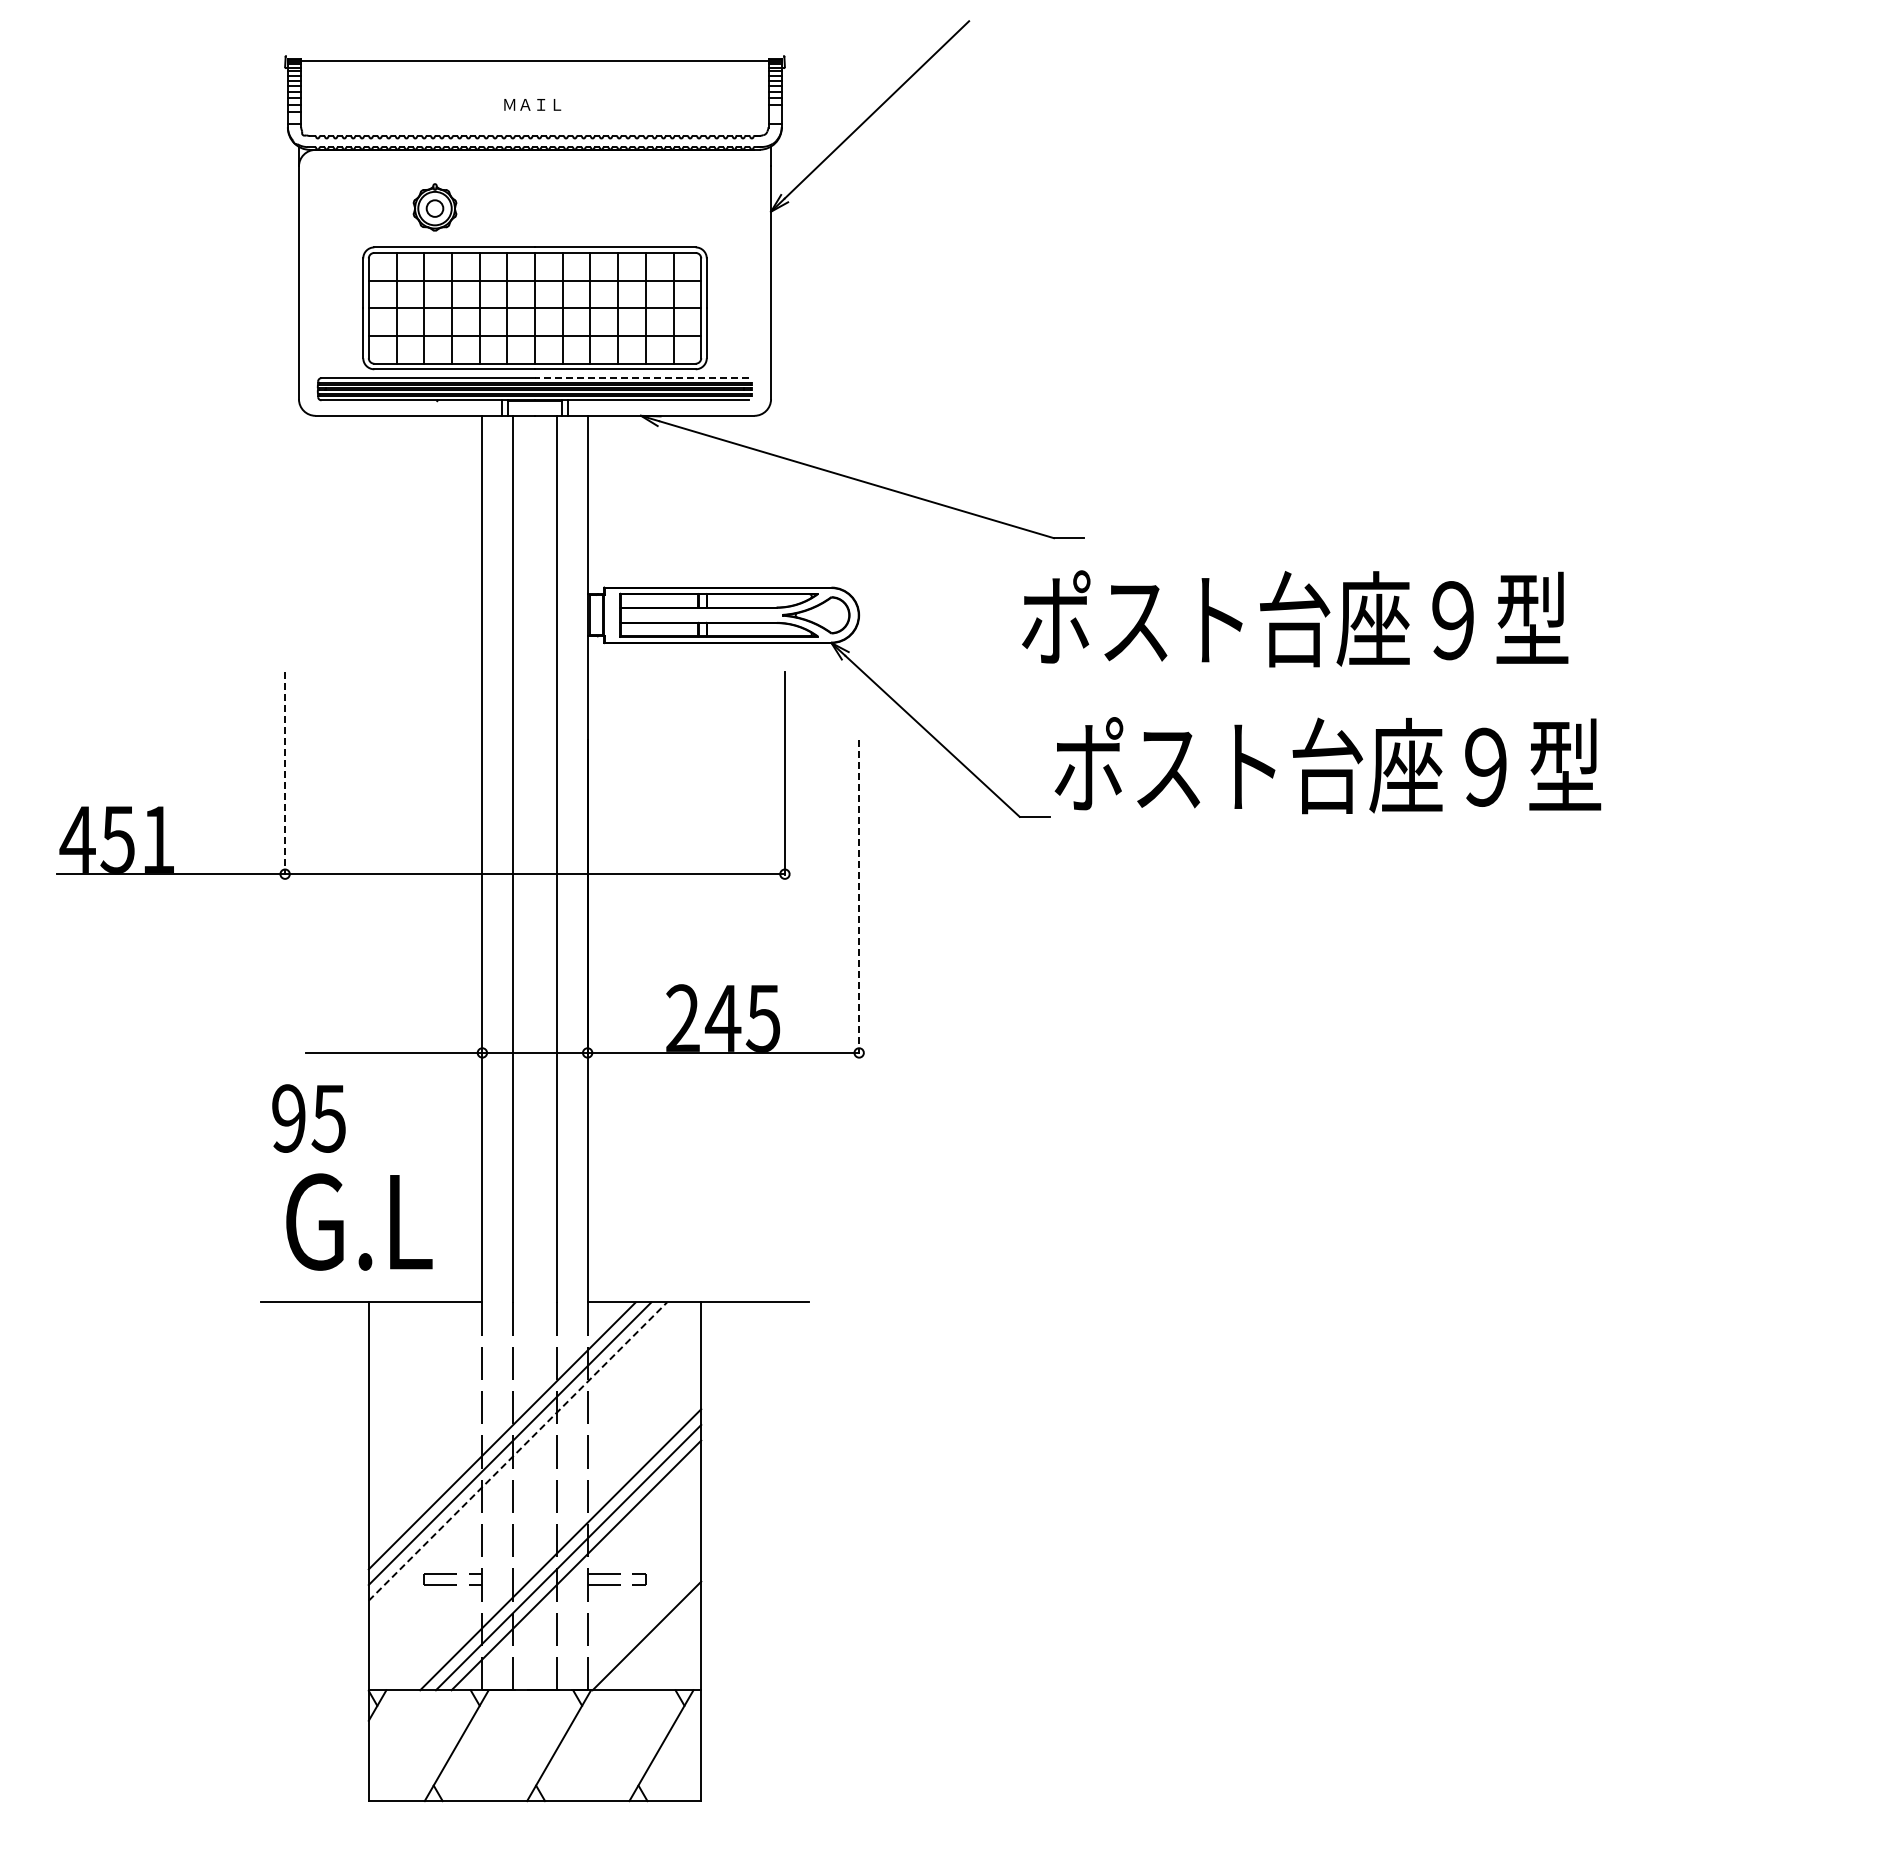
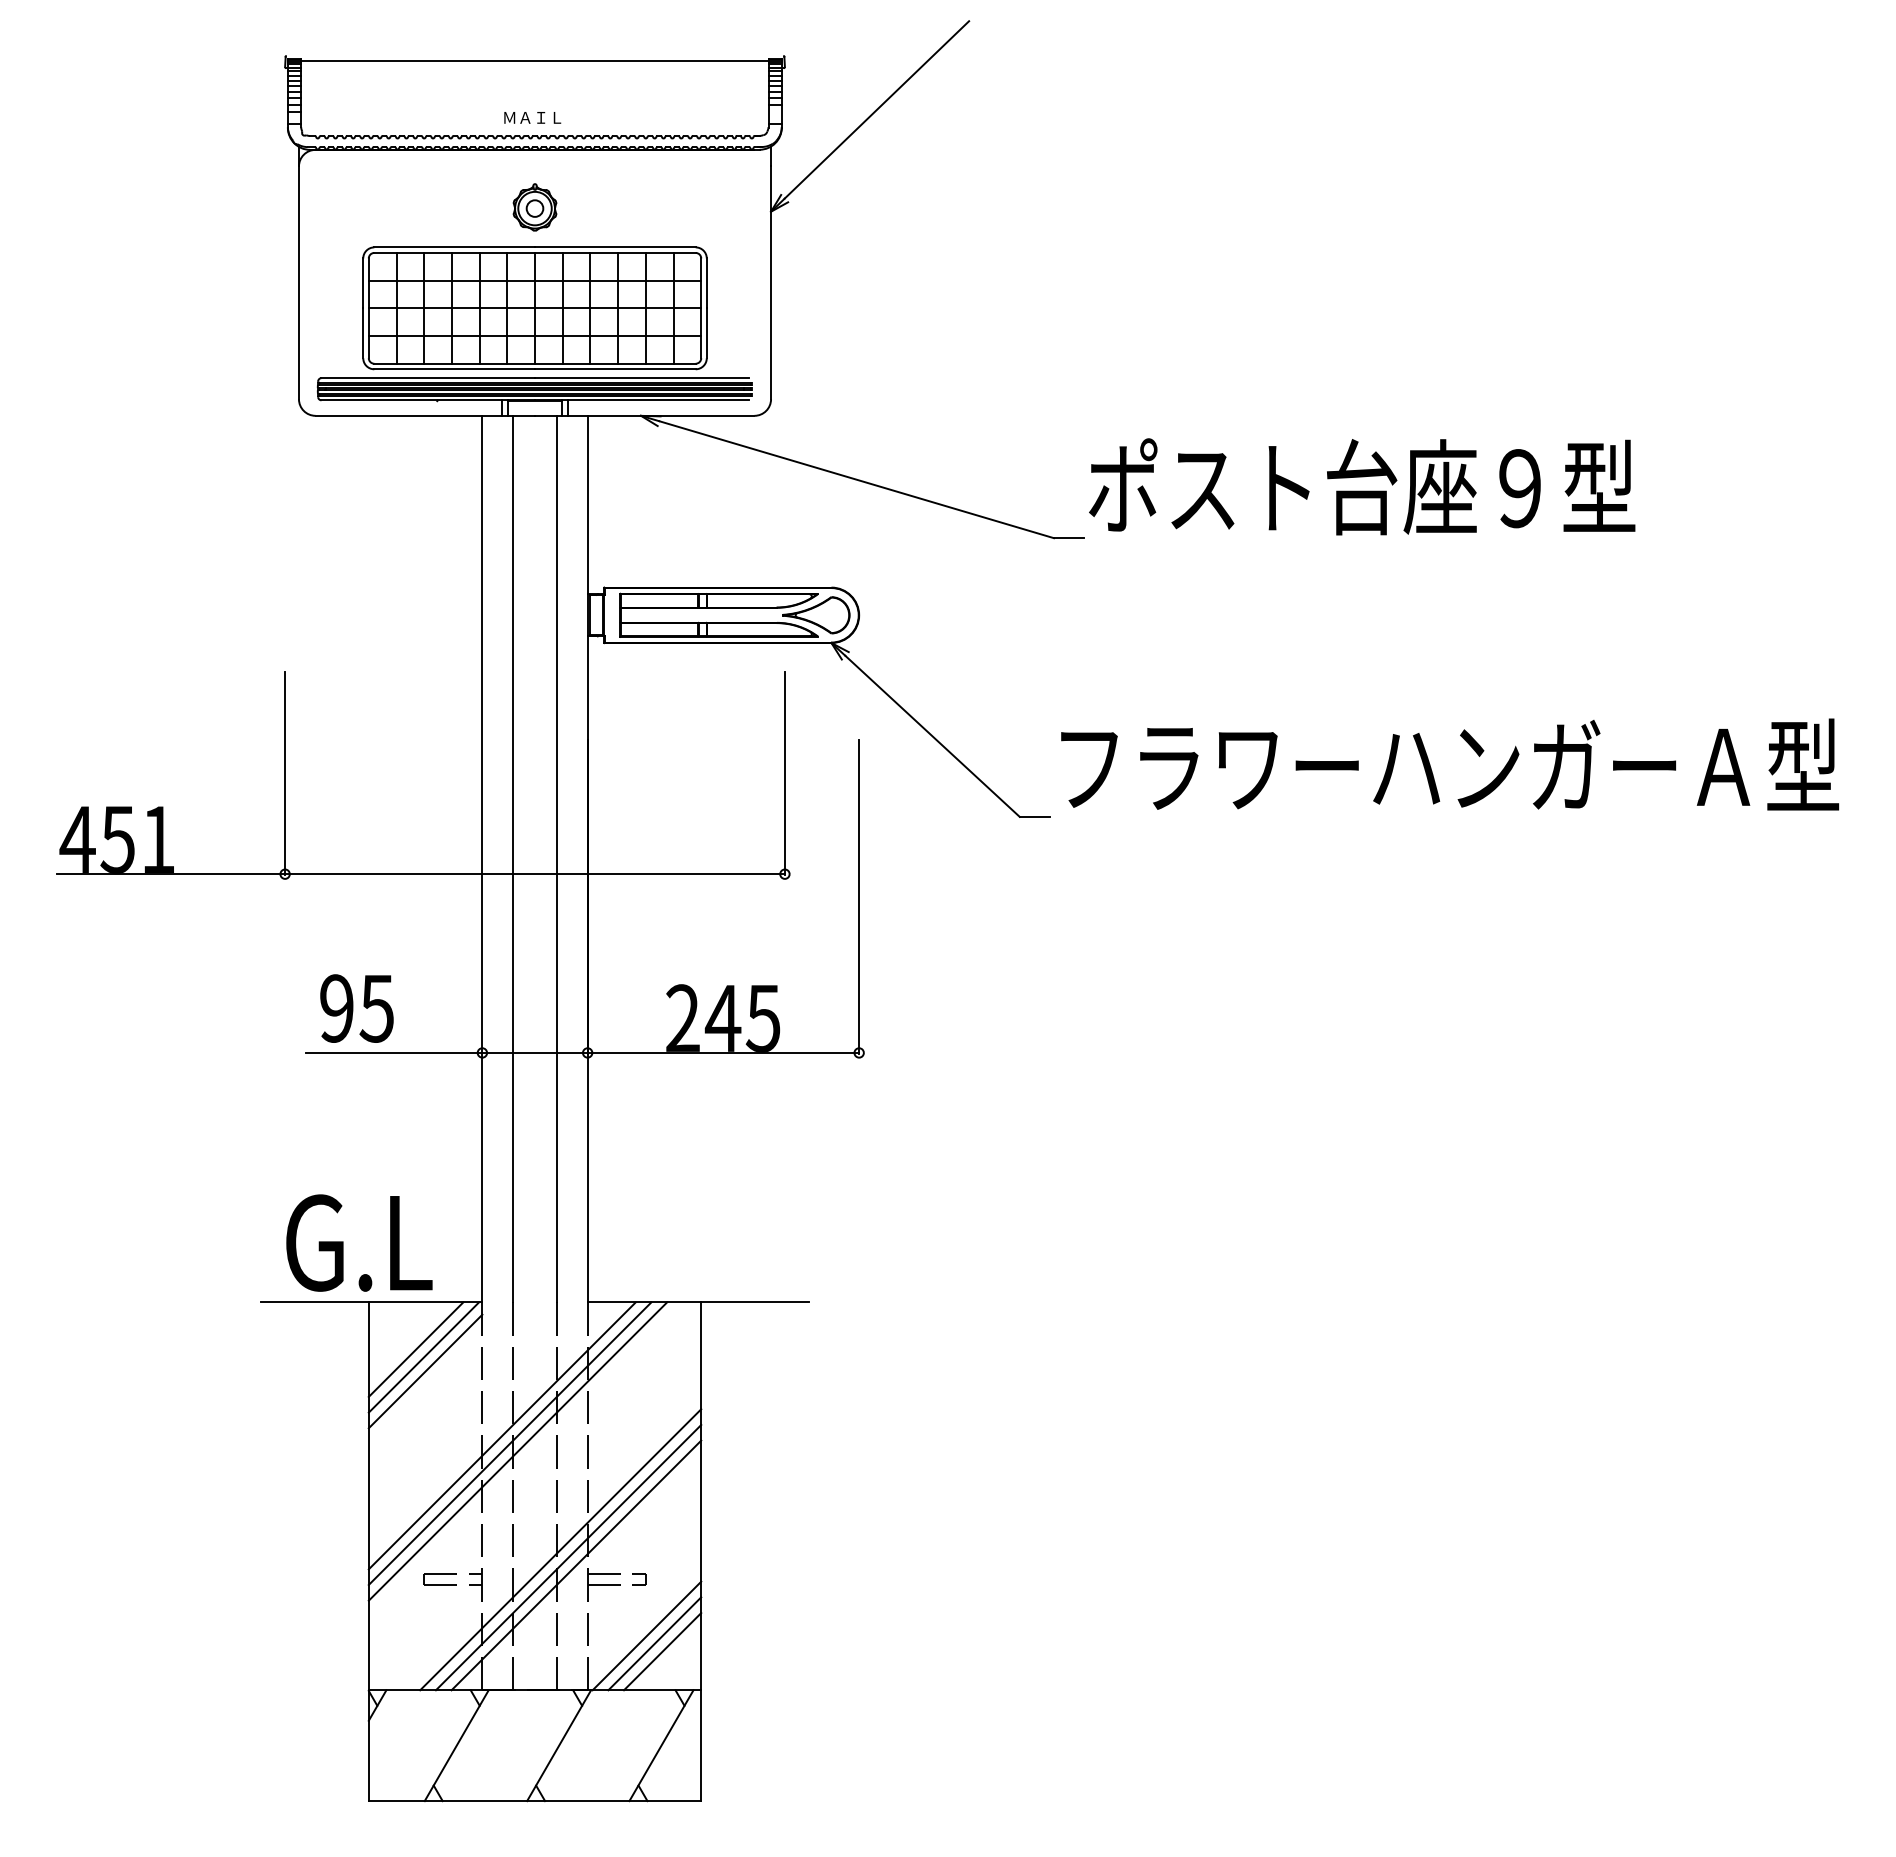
text at (532, 104) position: (532, 104) -> (532, 117)
part at (434, 207) position: (434, 207) -> (534, 207)
line at (641, 378): dashed -> solid
text at (1295, 618) position: (1295, 618) -> (1362, 486)
text at (1446, 765): ポスト台座９型 -> フラワーハンガーＡ型
line at (285, 774): dashed -> solid
line at (859, 897): dashed -> solid
text at (308, 1118) position: (308, 1118) -> (356, 1008)
text at (359, 1221) position: (359, 1221) -> (359, 1242)
line at (415, 1349): none -> present
line at (423, 1357): none -> present
line at (425, 1371): none -> present
line at (517, 1451): dashed -> solid
line at (654, 1643): none -> present
line at (662, 1651): none -> present
